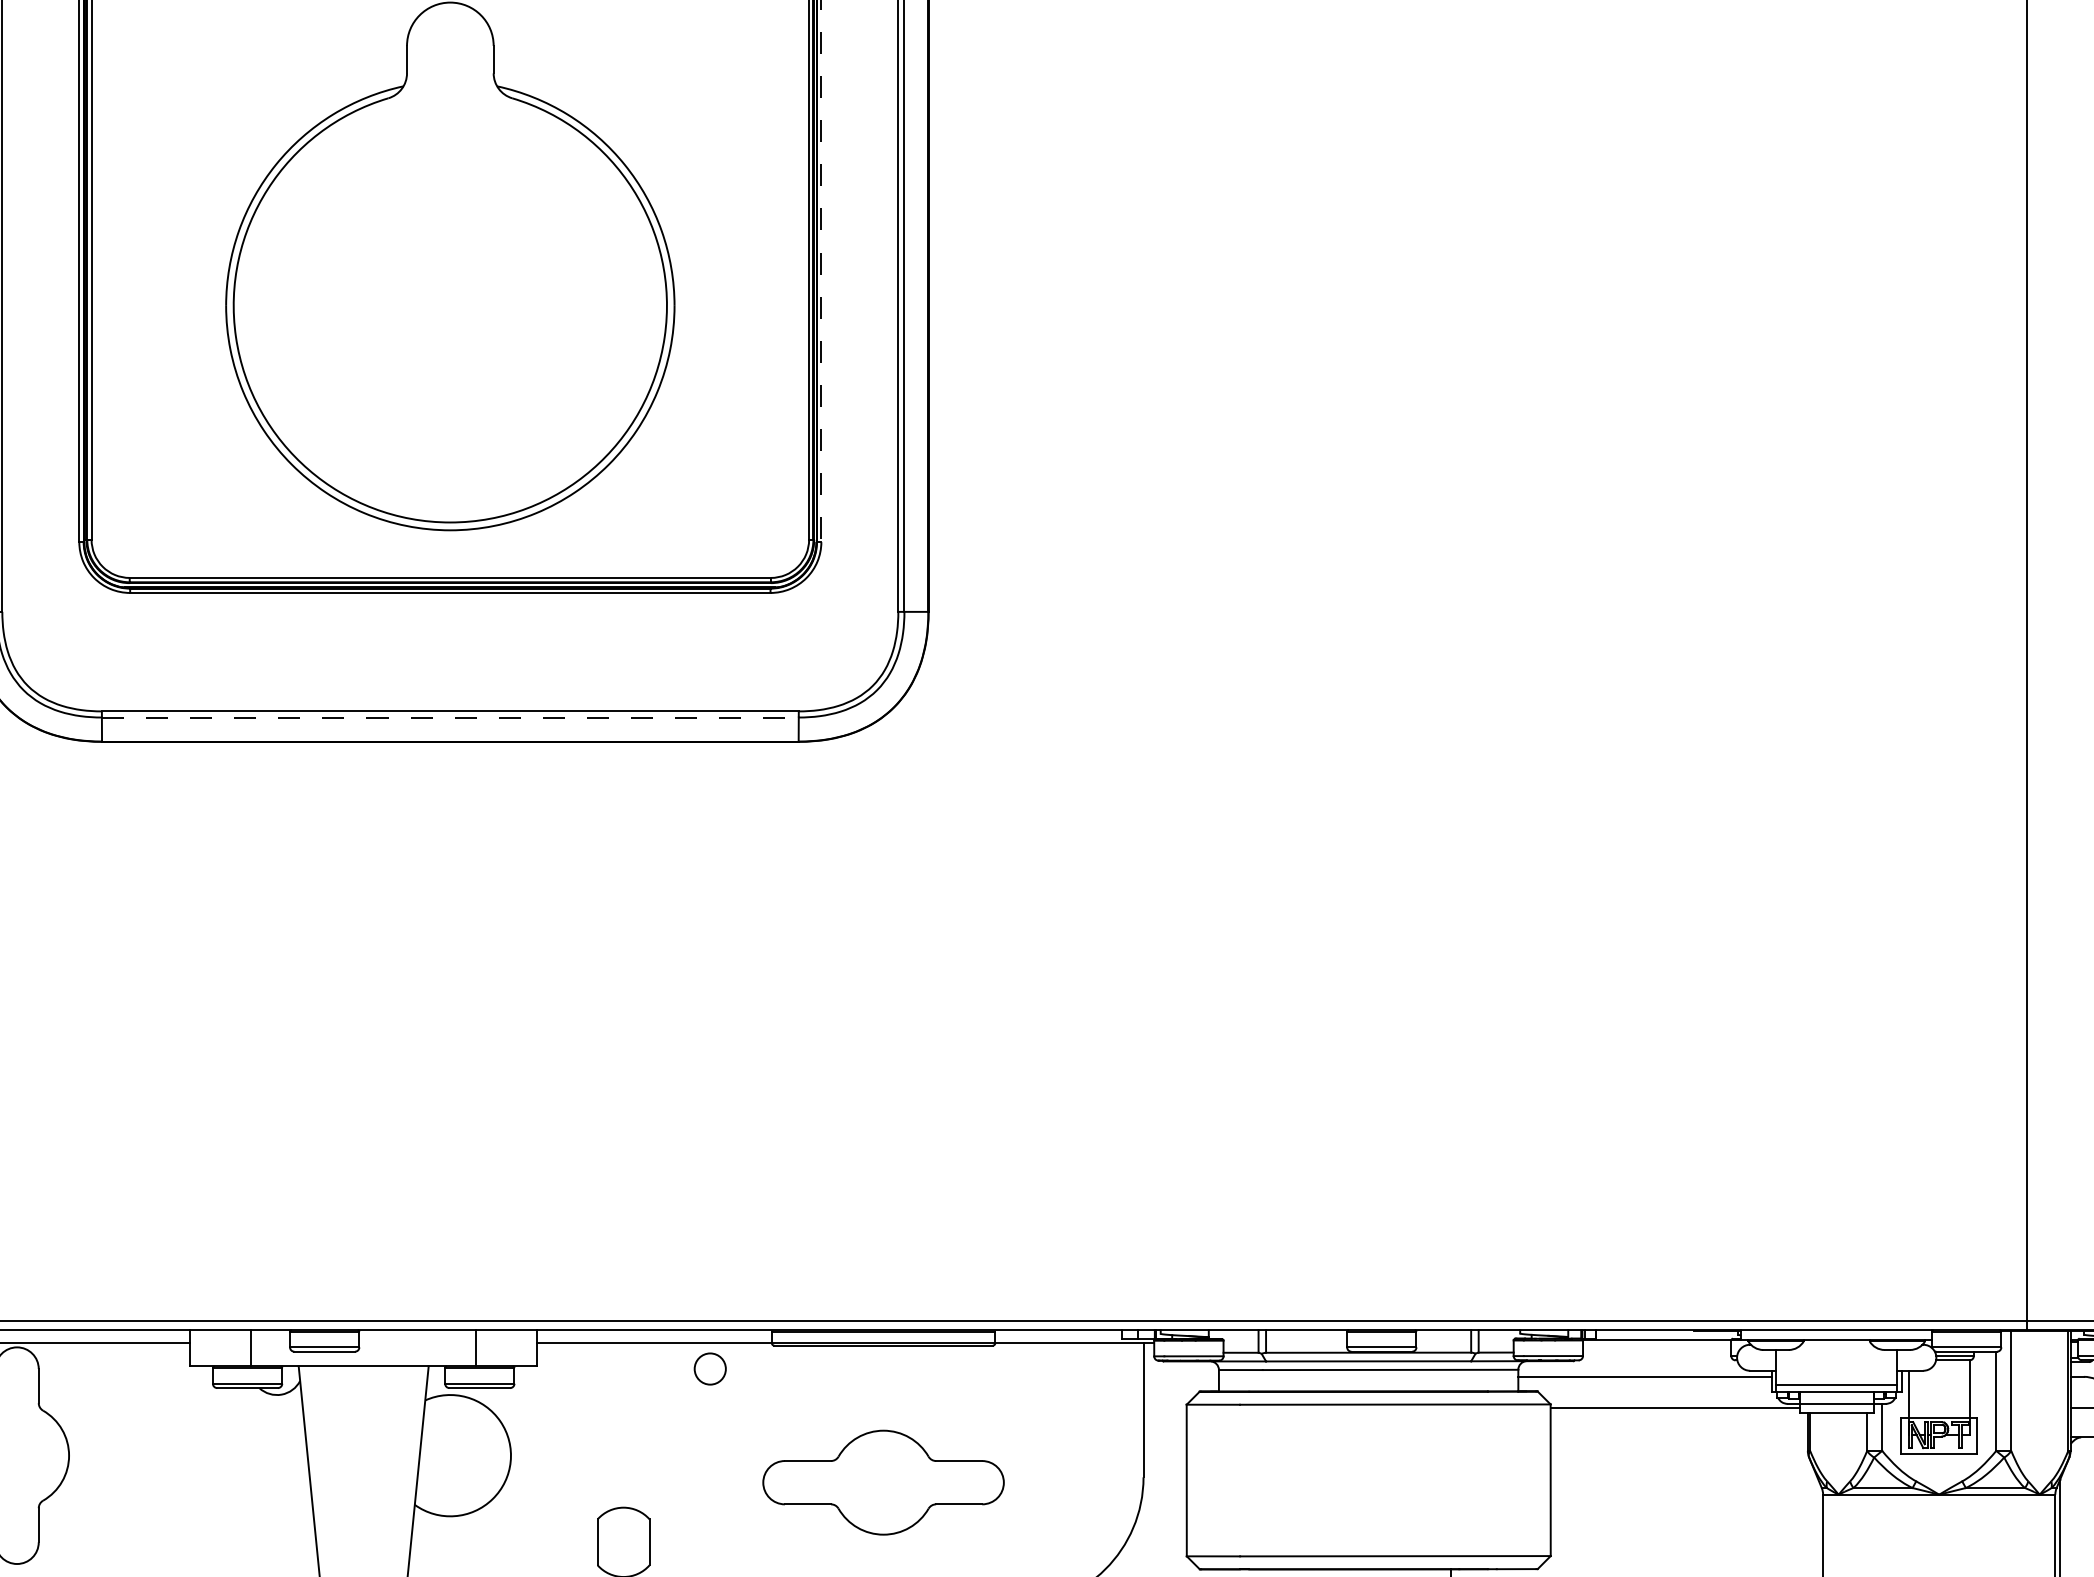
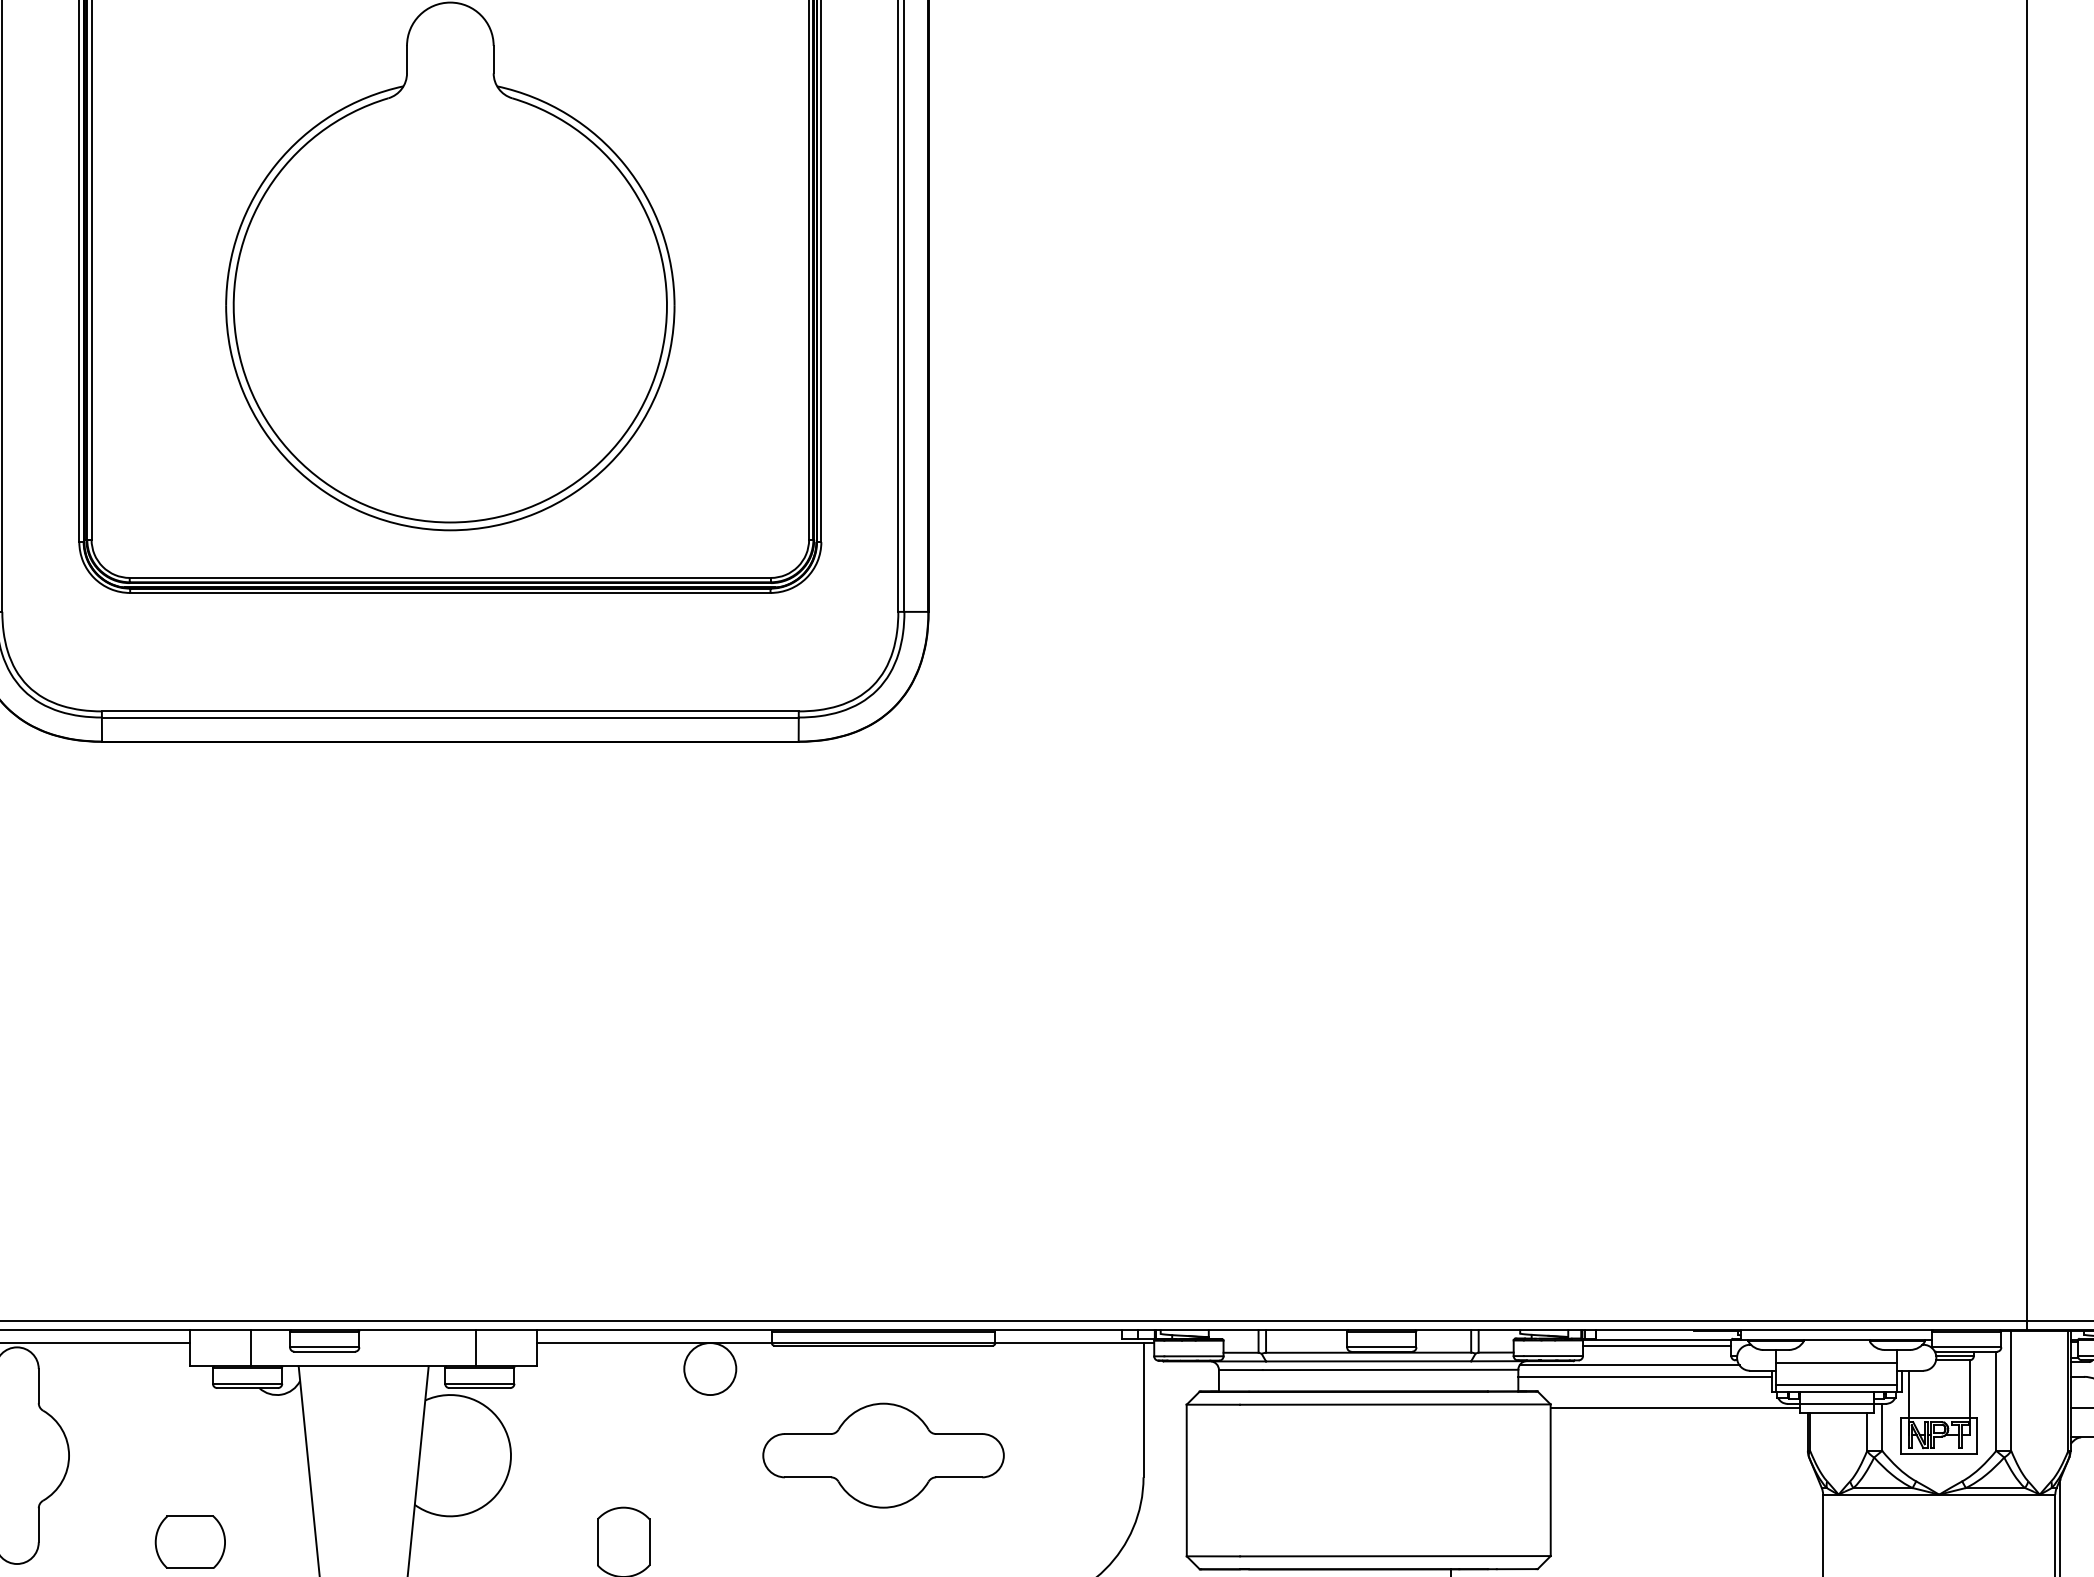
line at (821, 271): dashed -> solid
line at (450, 717): dashed -> solid
line at (1657, 1346): none -> present
line at (1836, 1362): none -> present
line at (1629, 1365): none -> present
circle at (709, 1368) diameter: 31 px -> 52 px
part at (883, 1482) position: (883, 1482) -> (883, 1455)
part at (189, 1541): none -> present
